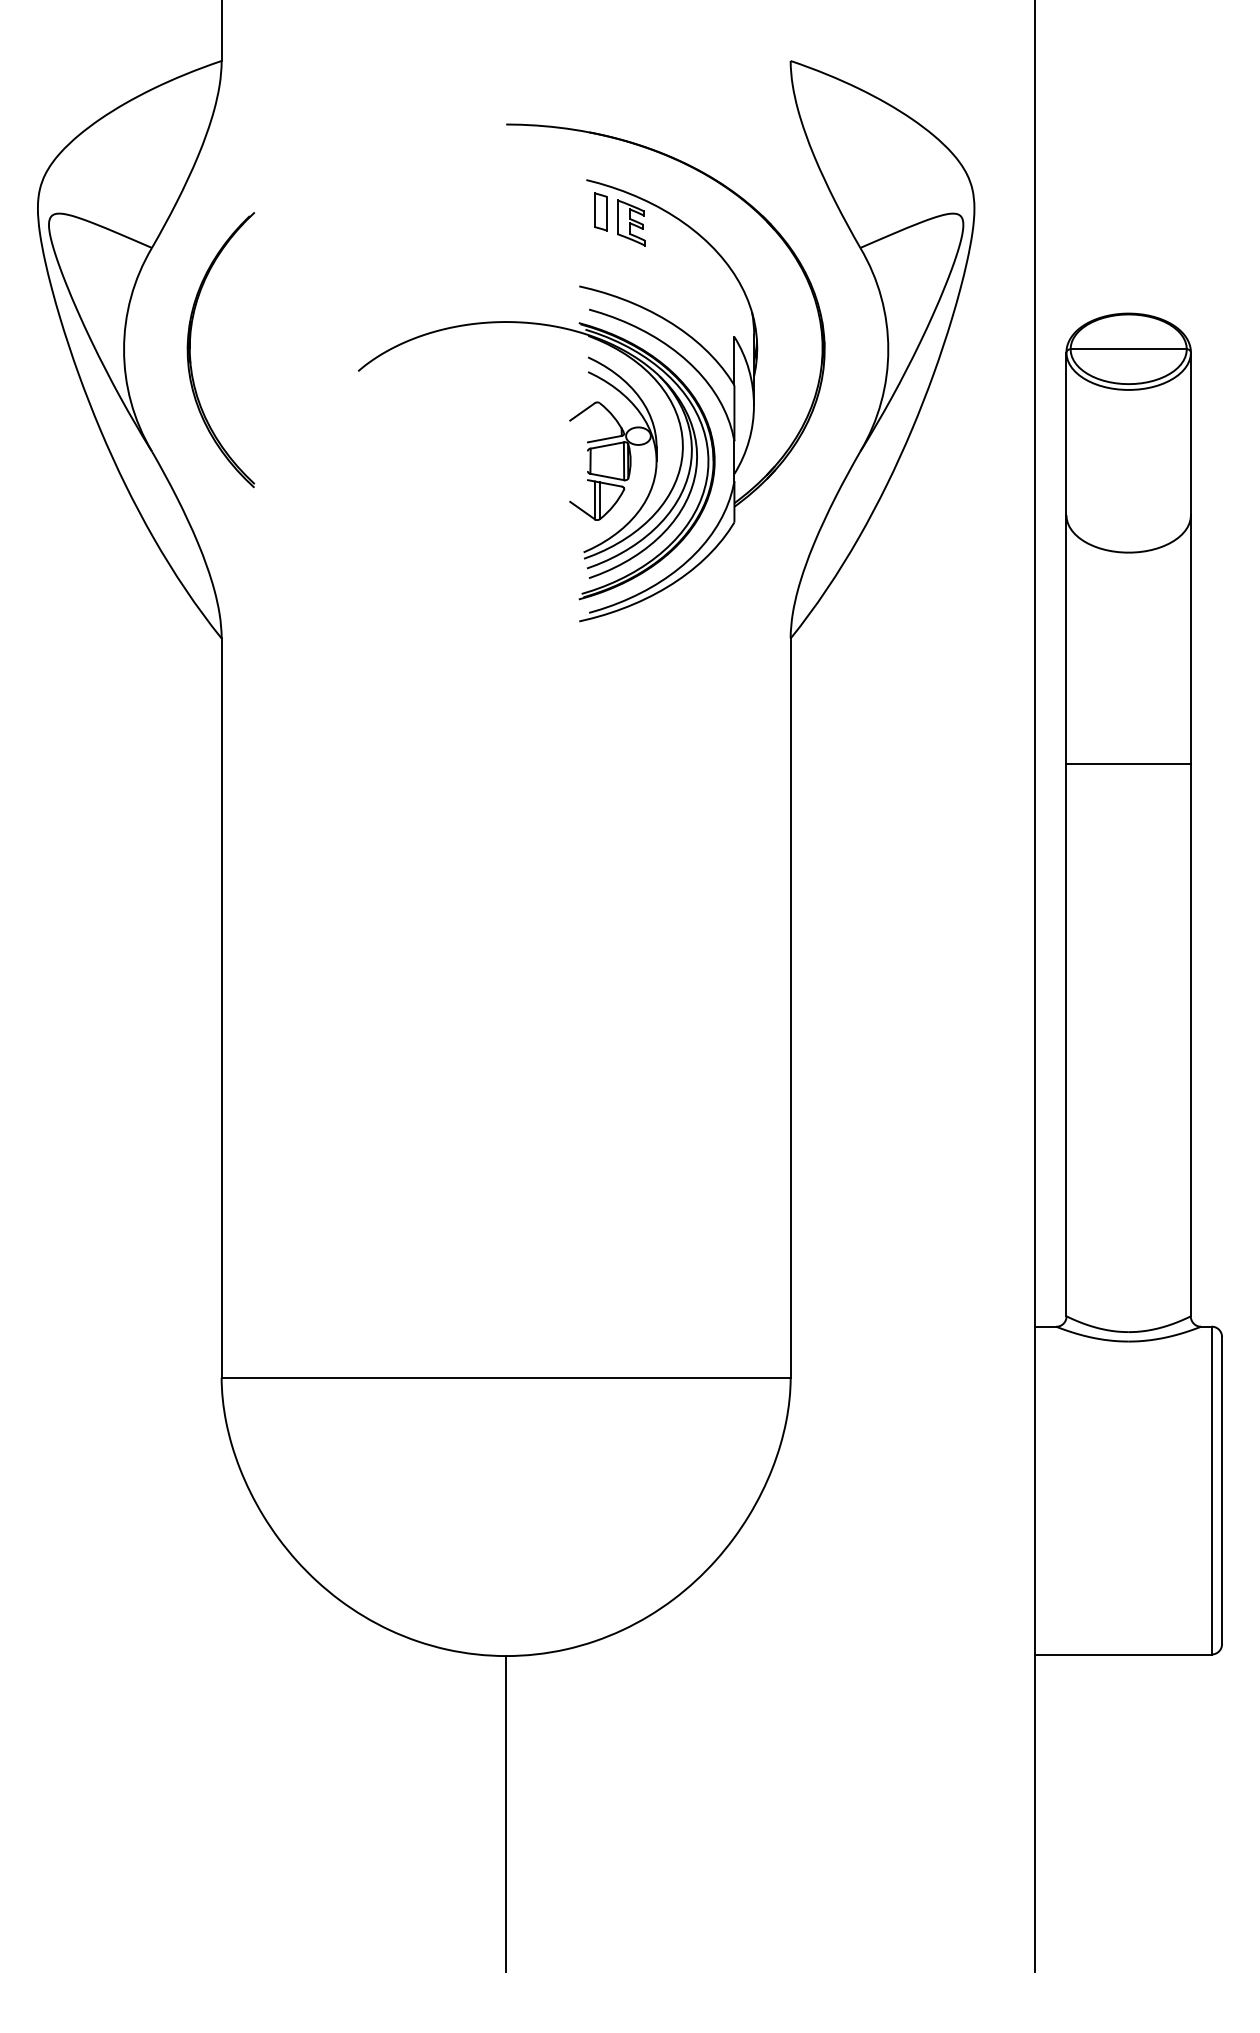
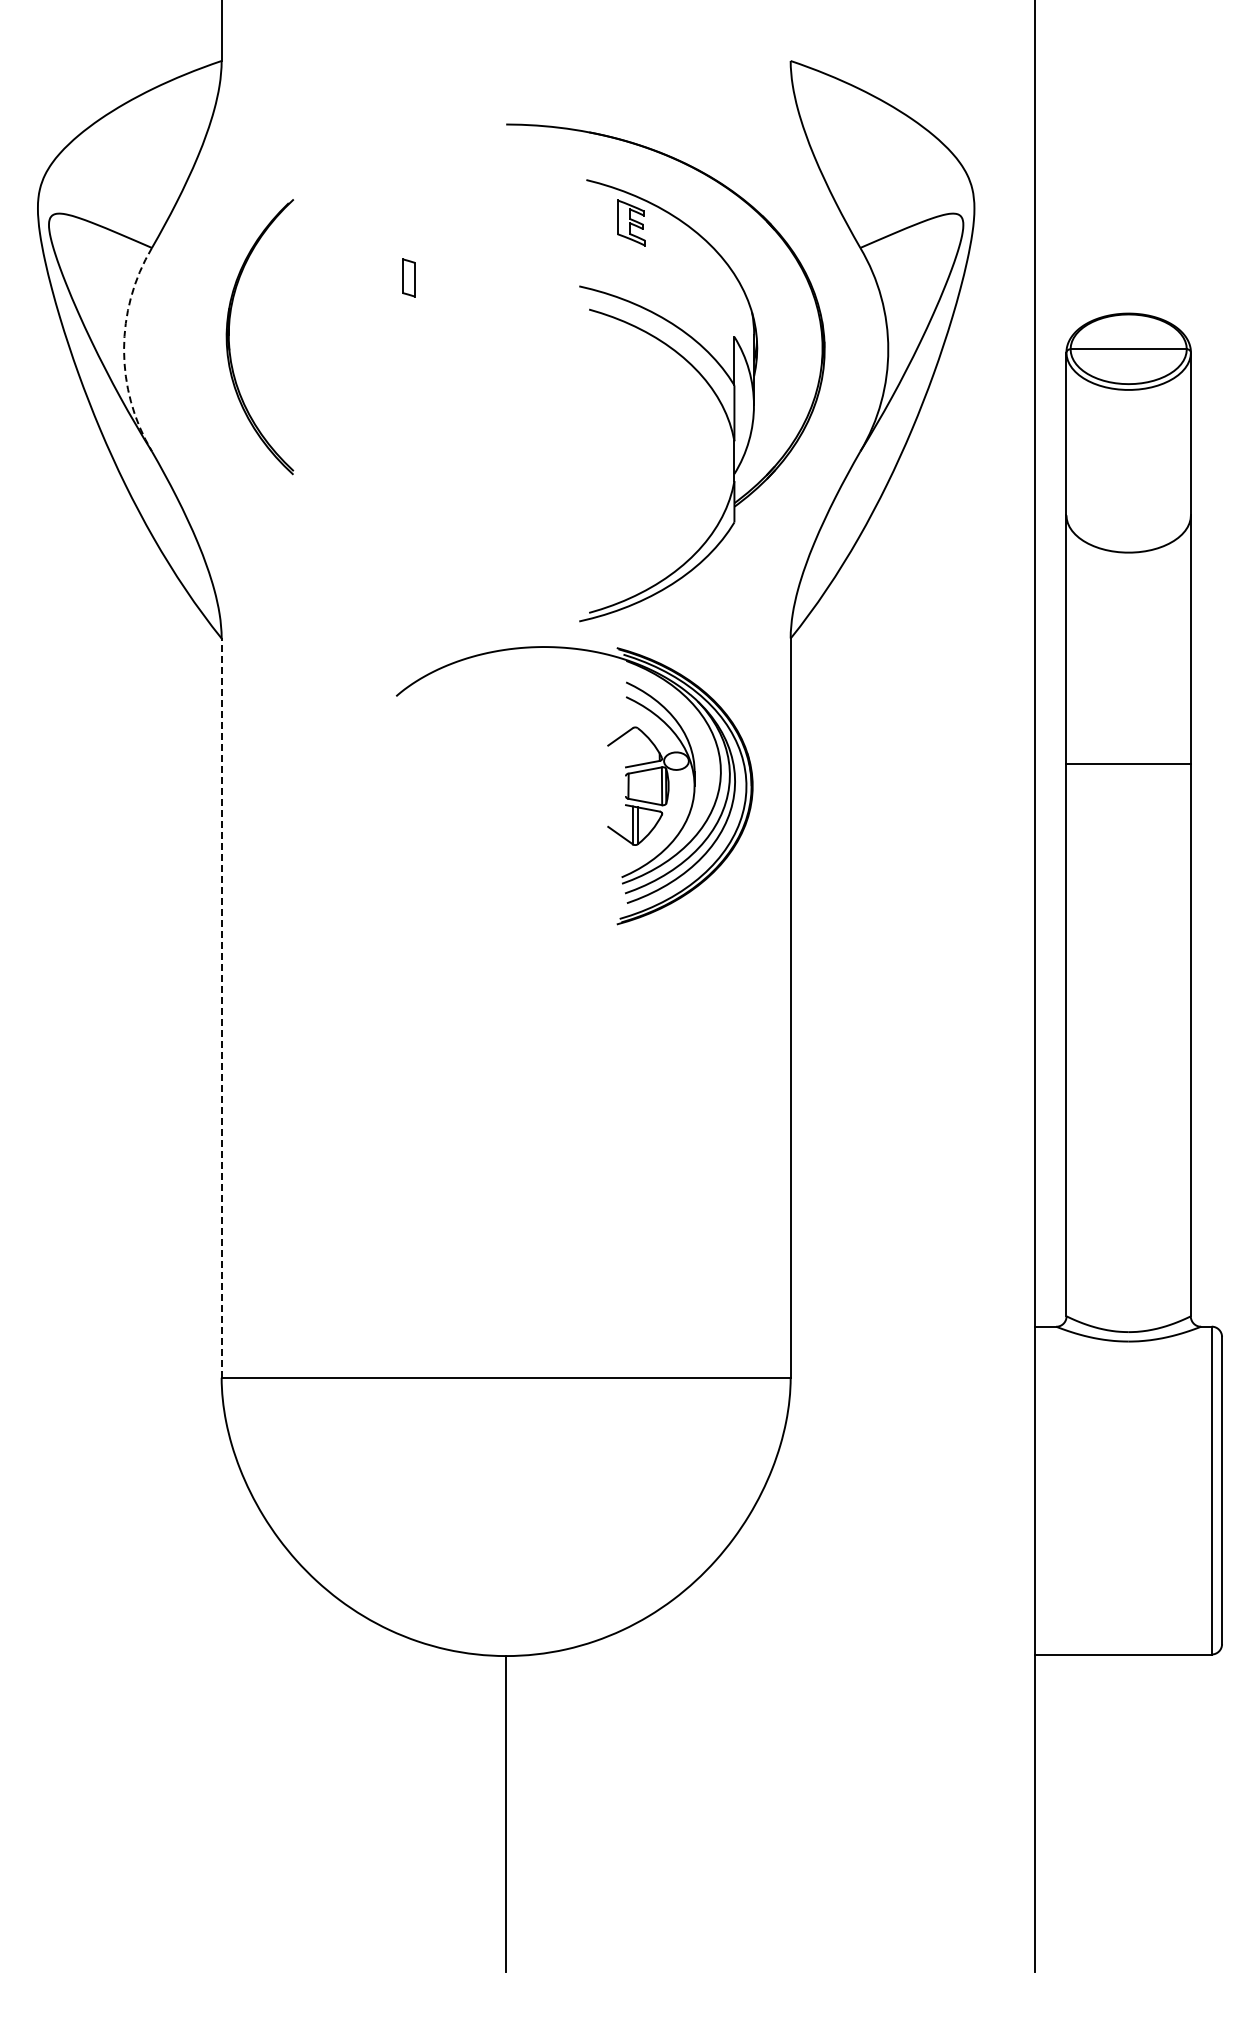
part at (600, 211) position: (600, 211) -> (408, 277)
arc at (124, 349): solid -> dashed
part at (190, 350) position: (190, 350) -> (229, 337)
part at (569, 421) position: (569, 421) -> (607, 746)
line at (221, 1008): solid -> dashed
